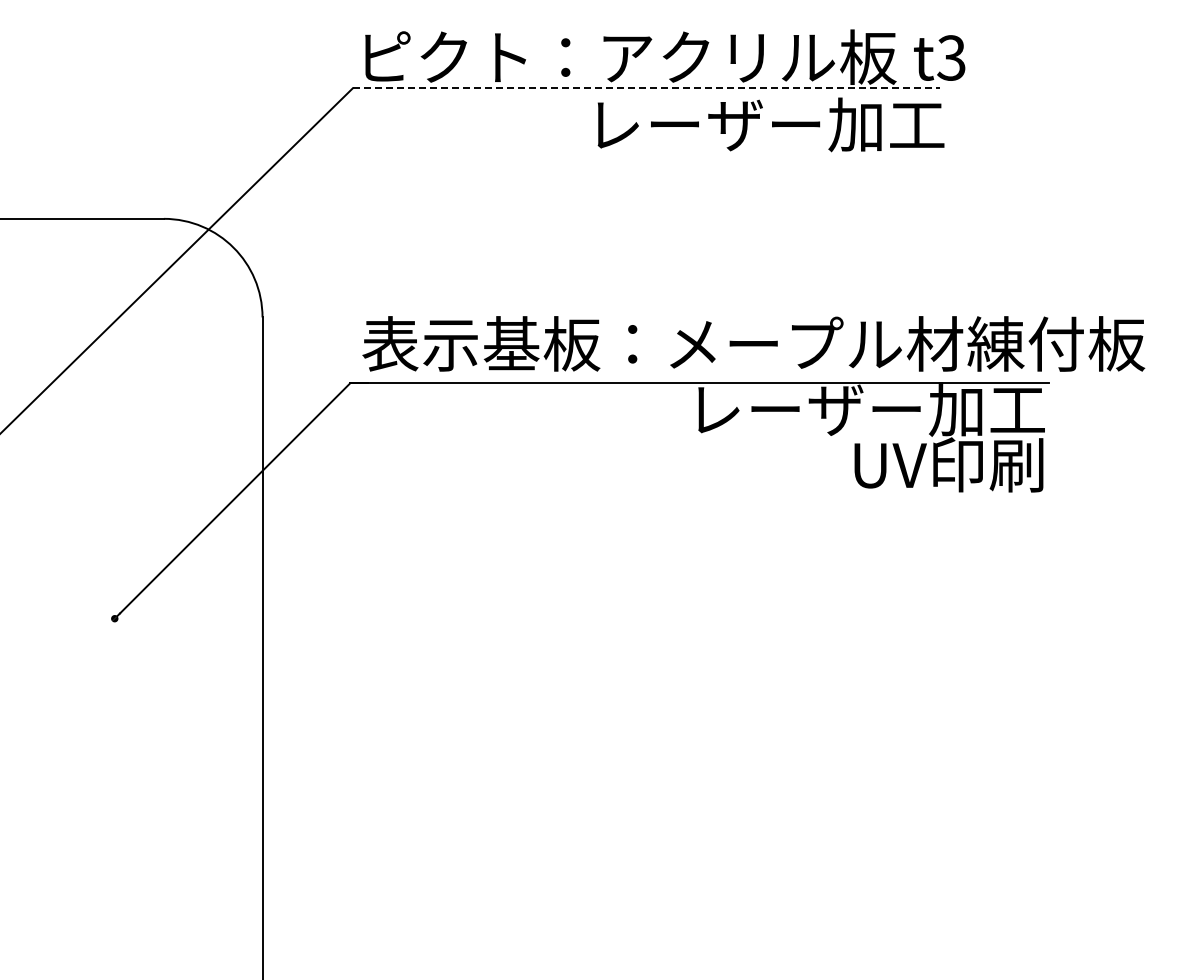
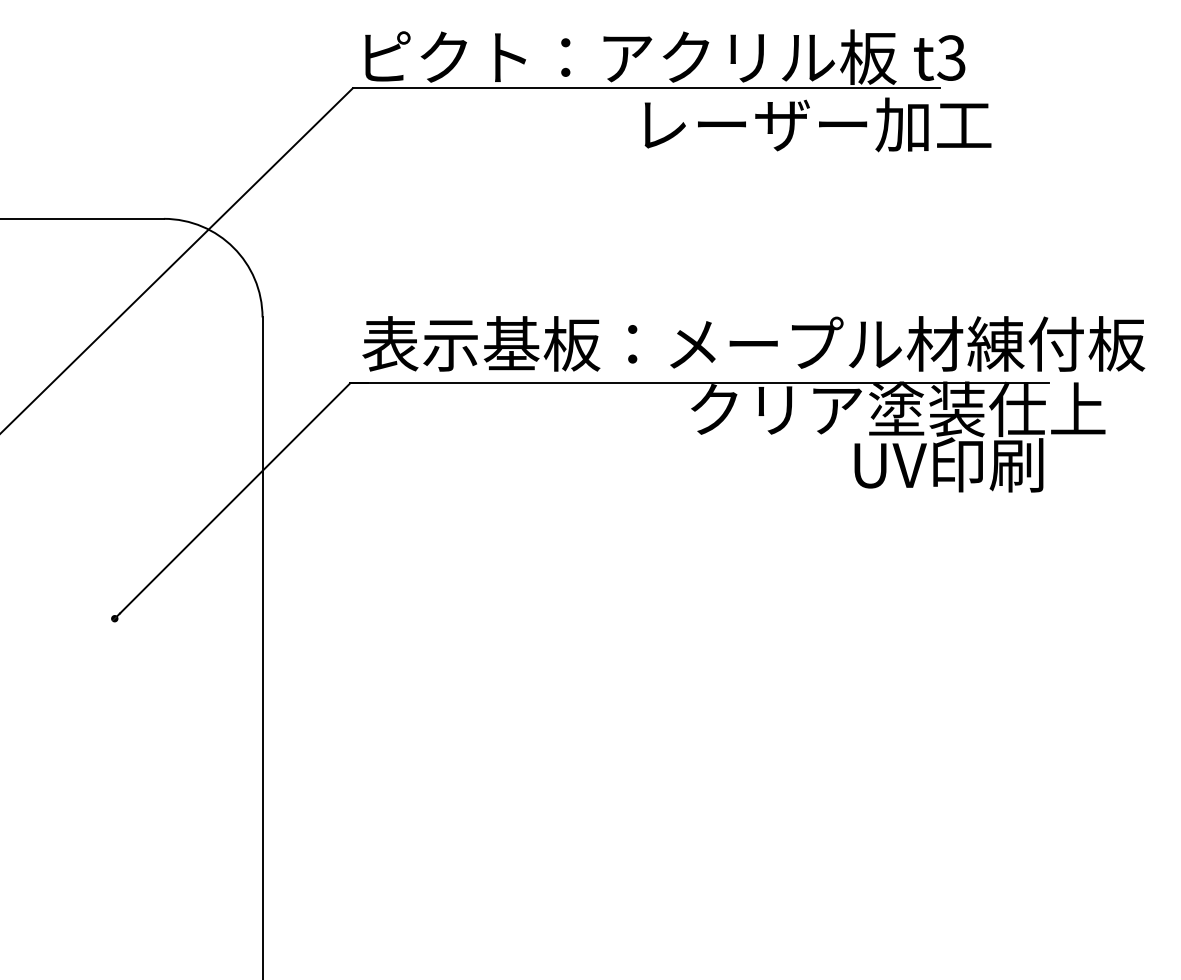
line at (646, 88): dashed -> solid
text at (770, 124) position: (770, 124) -> (817, 124)
text at (898, 409): レーザー加工 -> クリア塗装仕上
